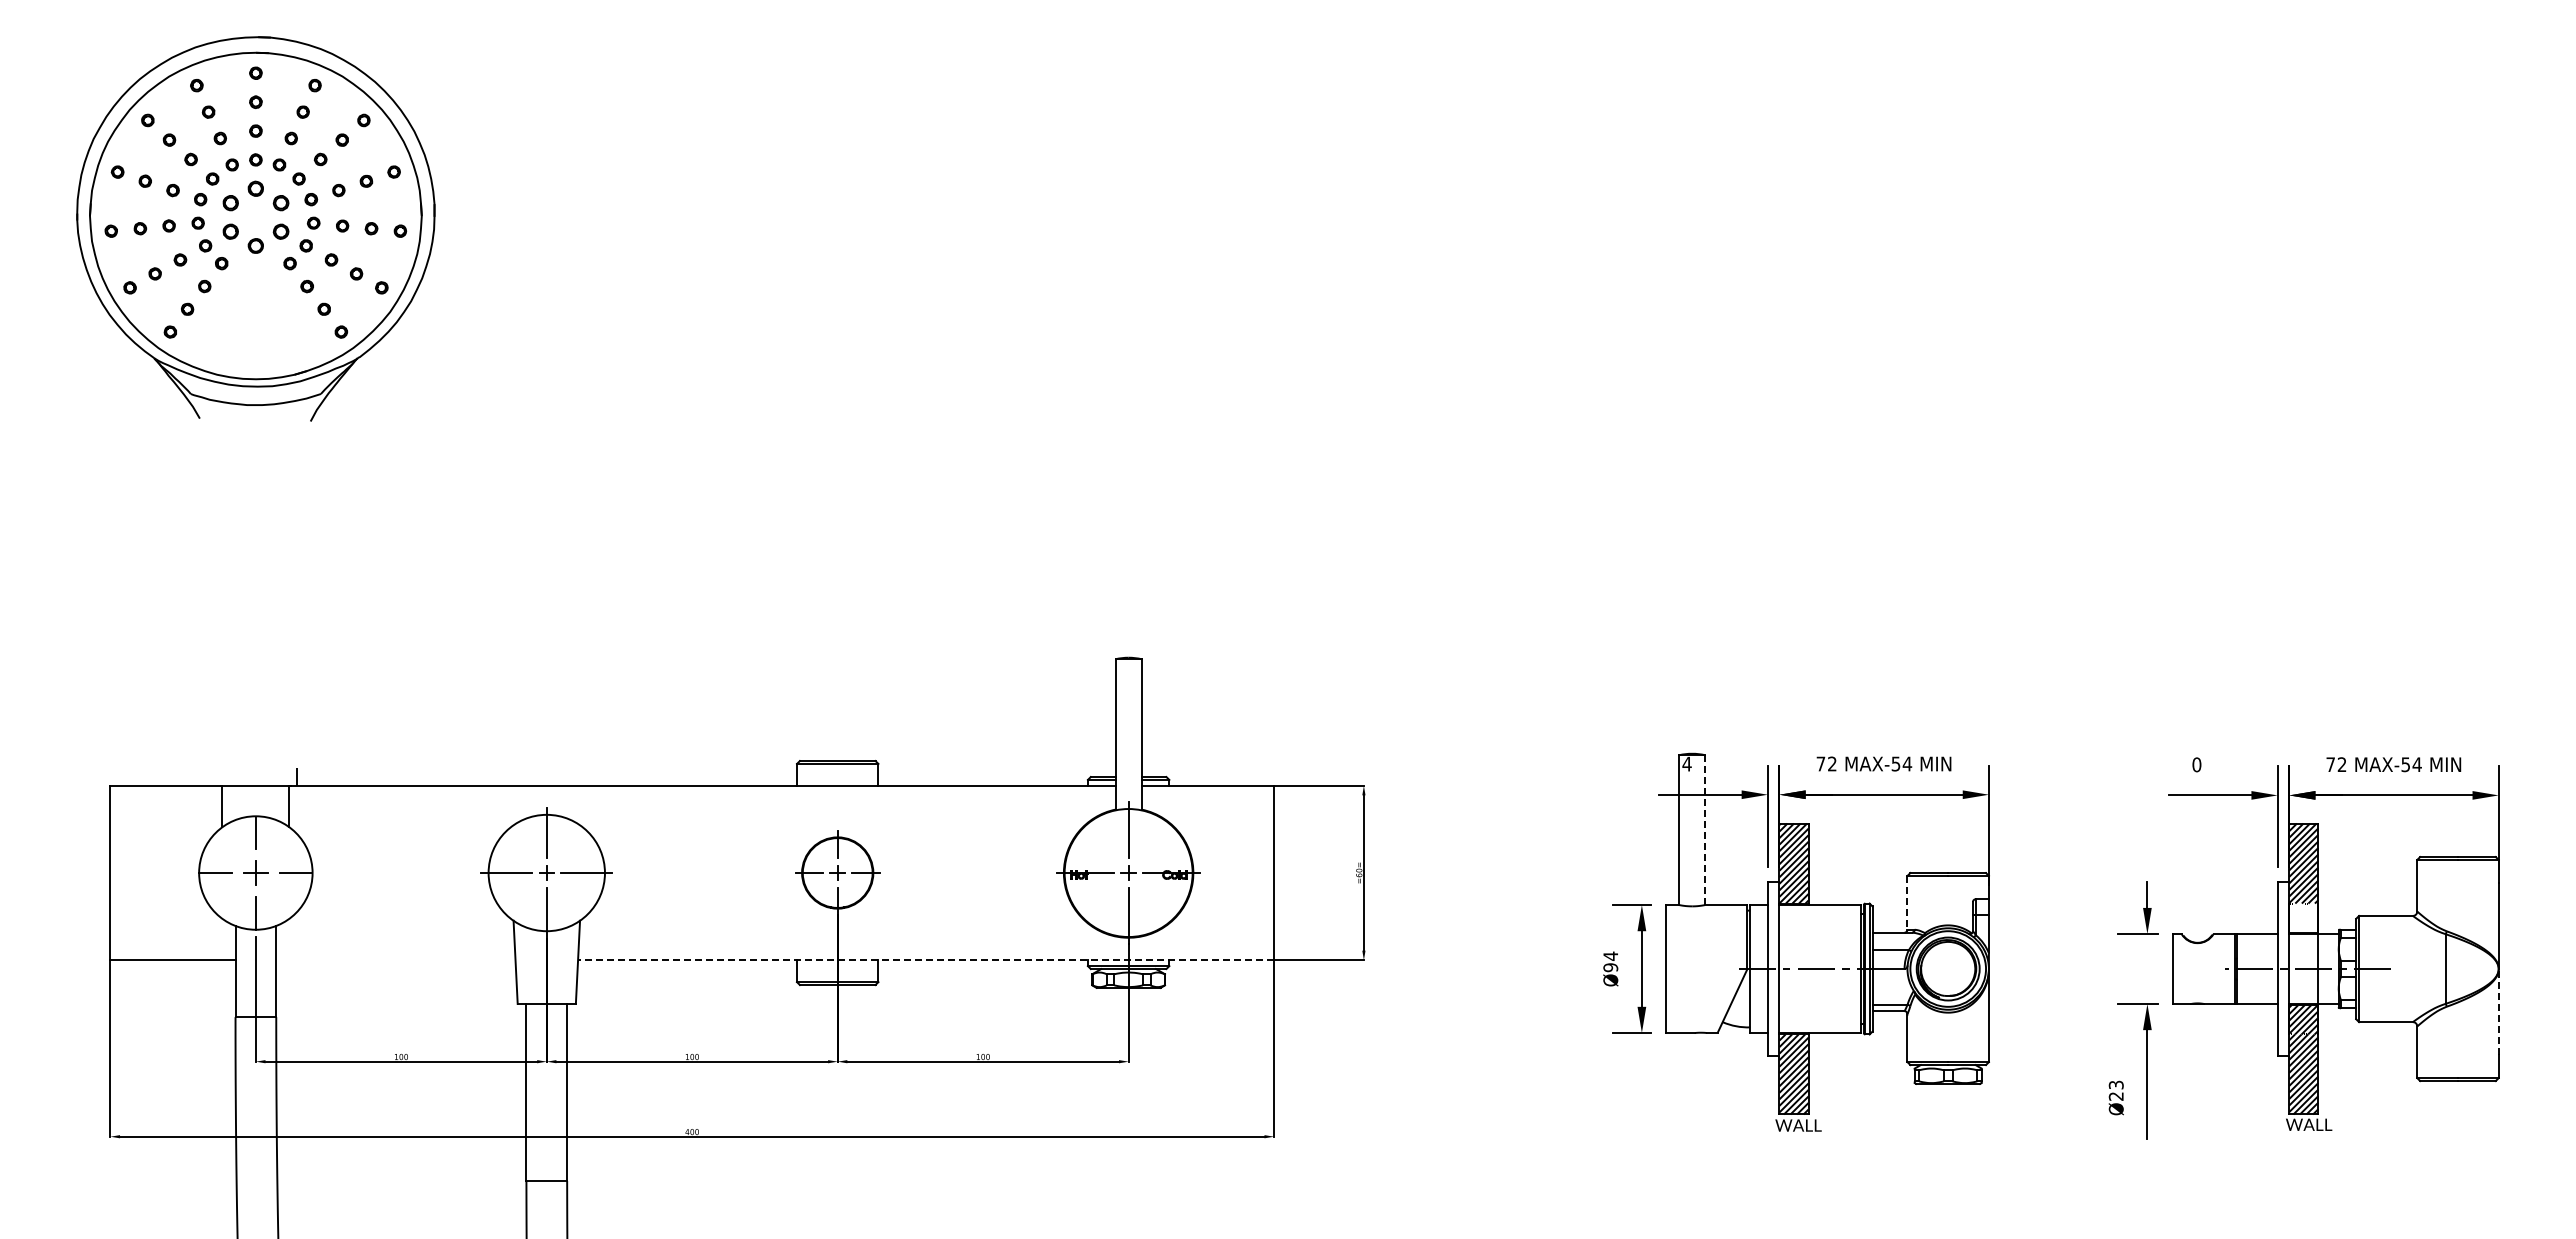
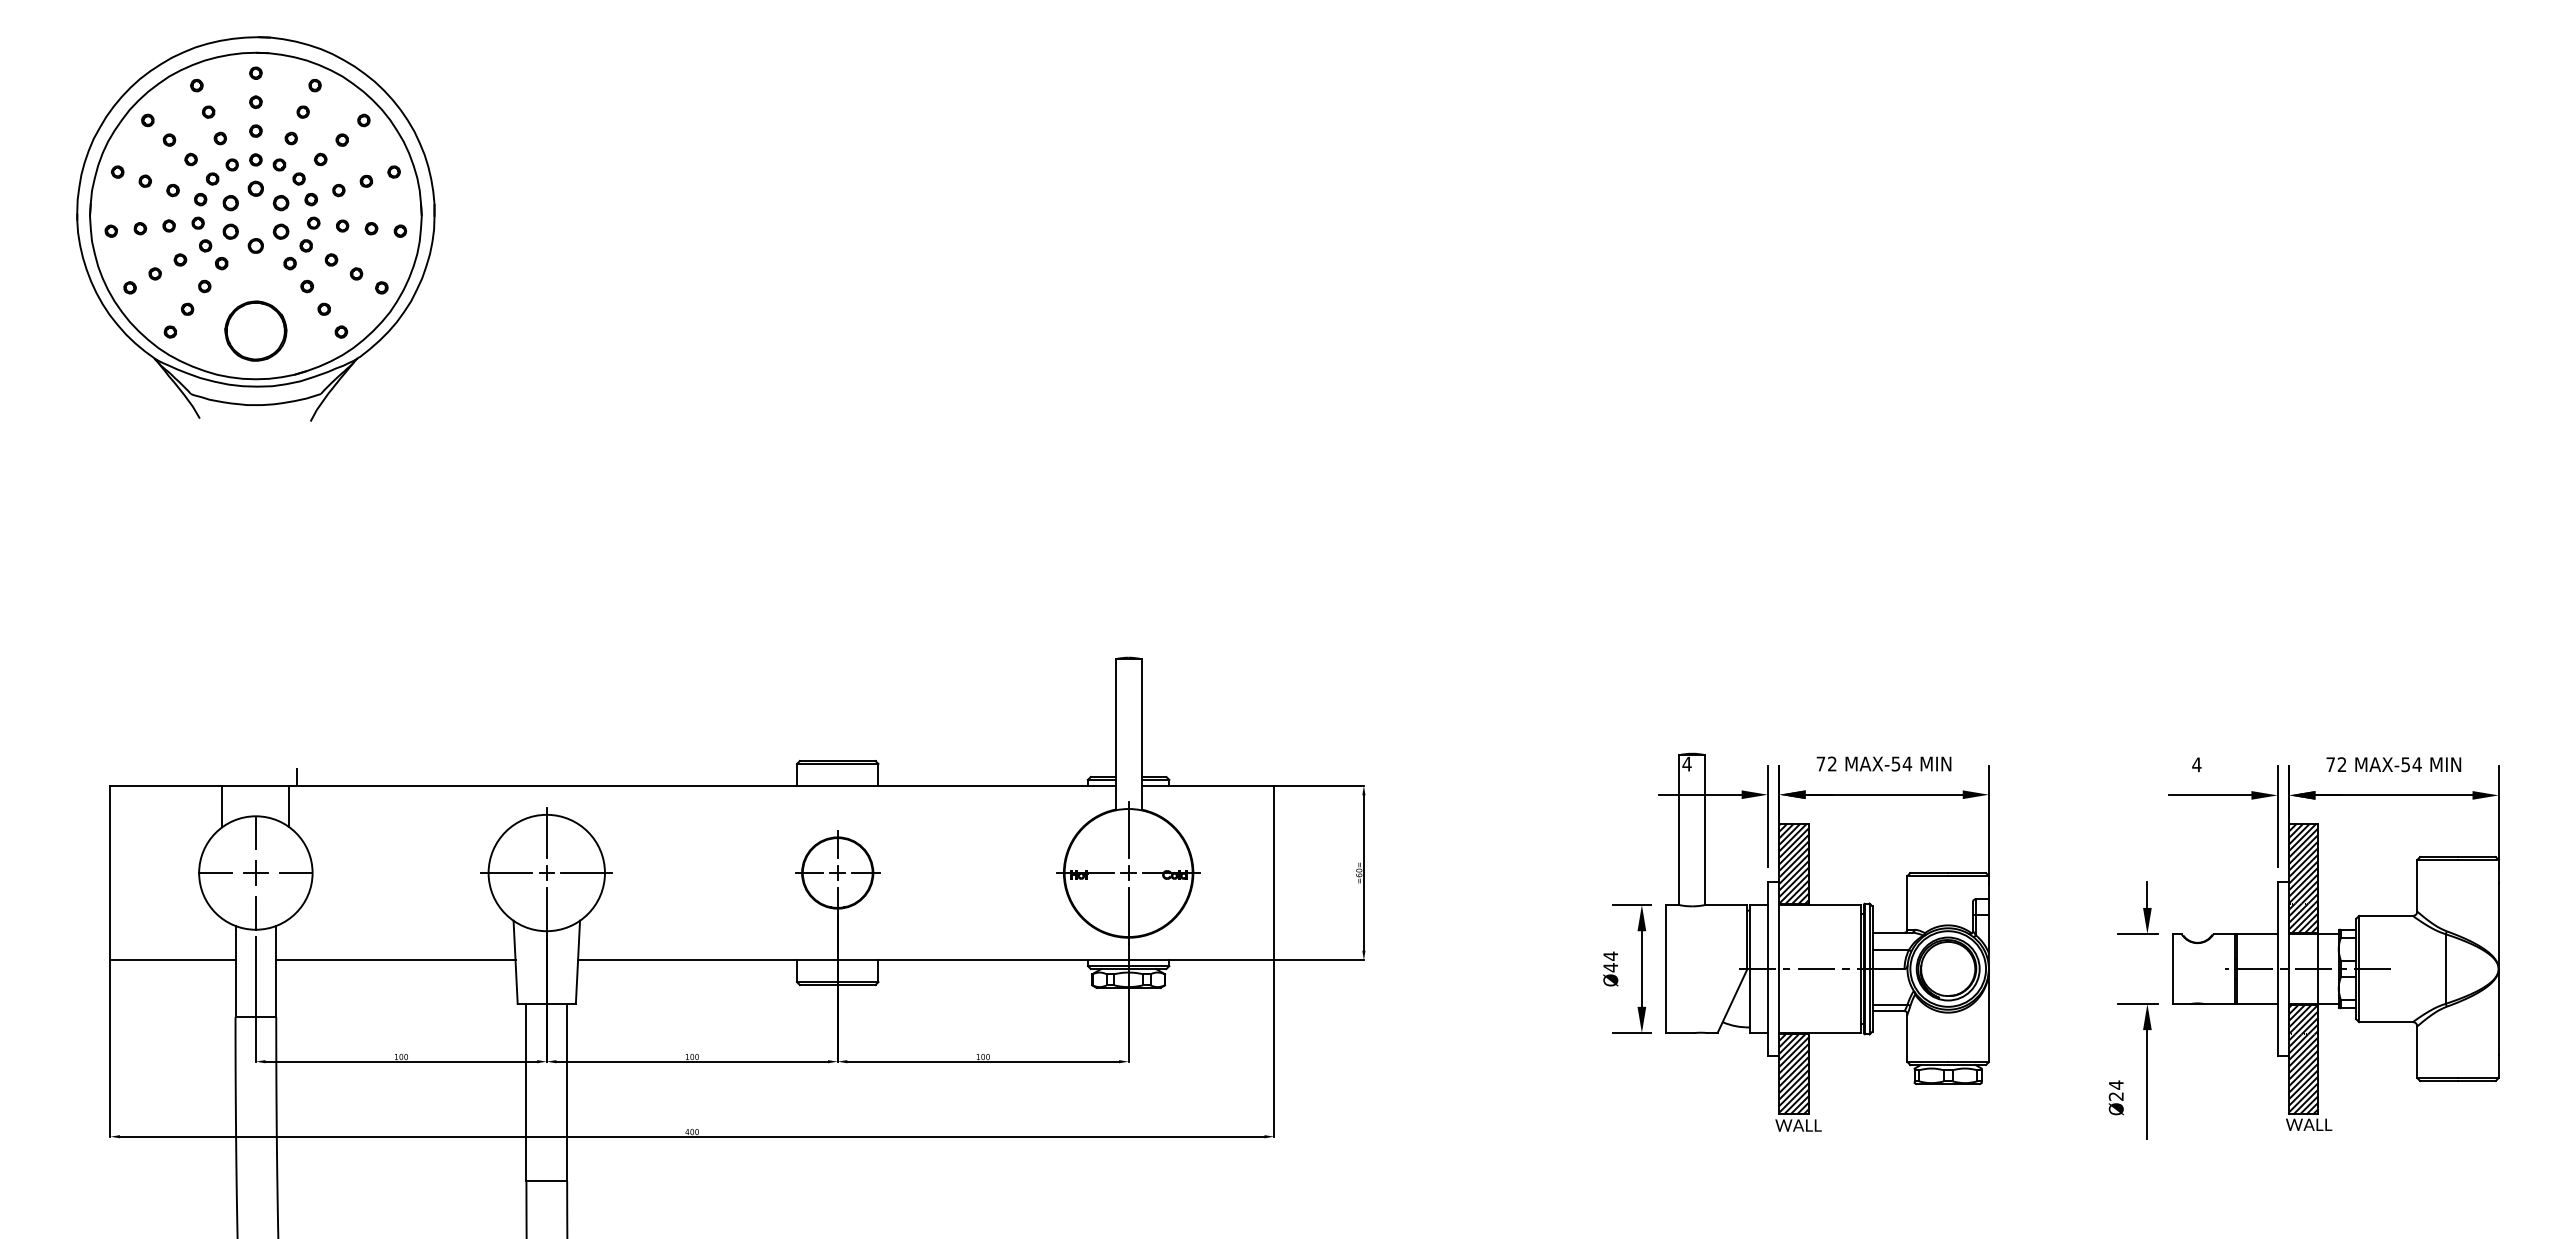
part at (255, 330): none -> present
text at (2196, 764): 0 -> 4
line at (1705, 830): dashed -> solid
line at (1907, 902): dashed -> solid
hatch at (2303, 917): none -> present
line at (395, 960): none -> present
line at (925, 960): dashed -> solid
text at (1610, 967): Ø94 -> Ø44
line at (2498, 1011): dashed -> solid
text at (2115, 1084): Ø23 -> Ø24
